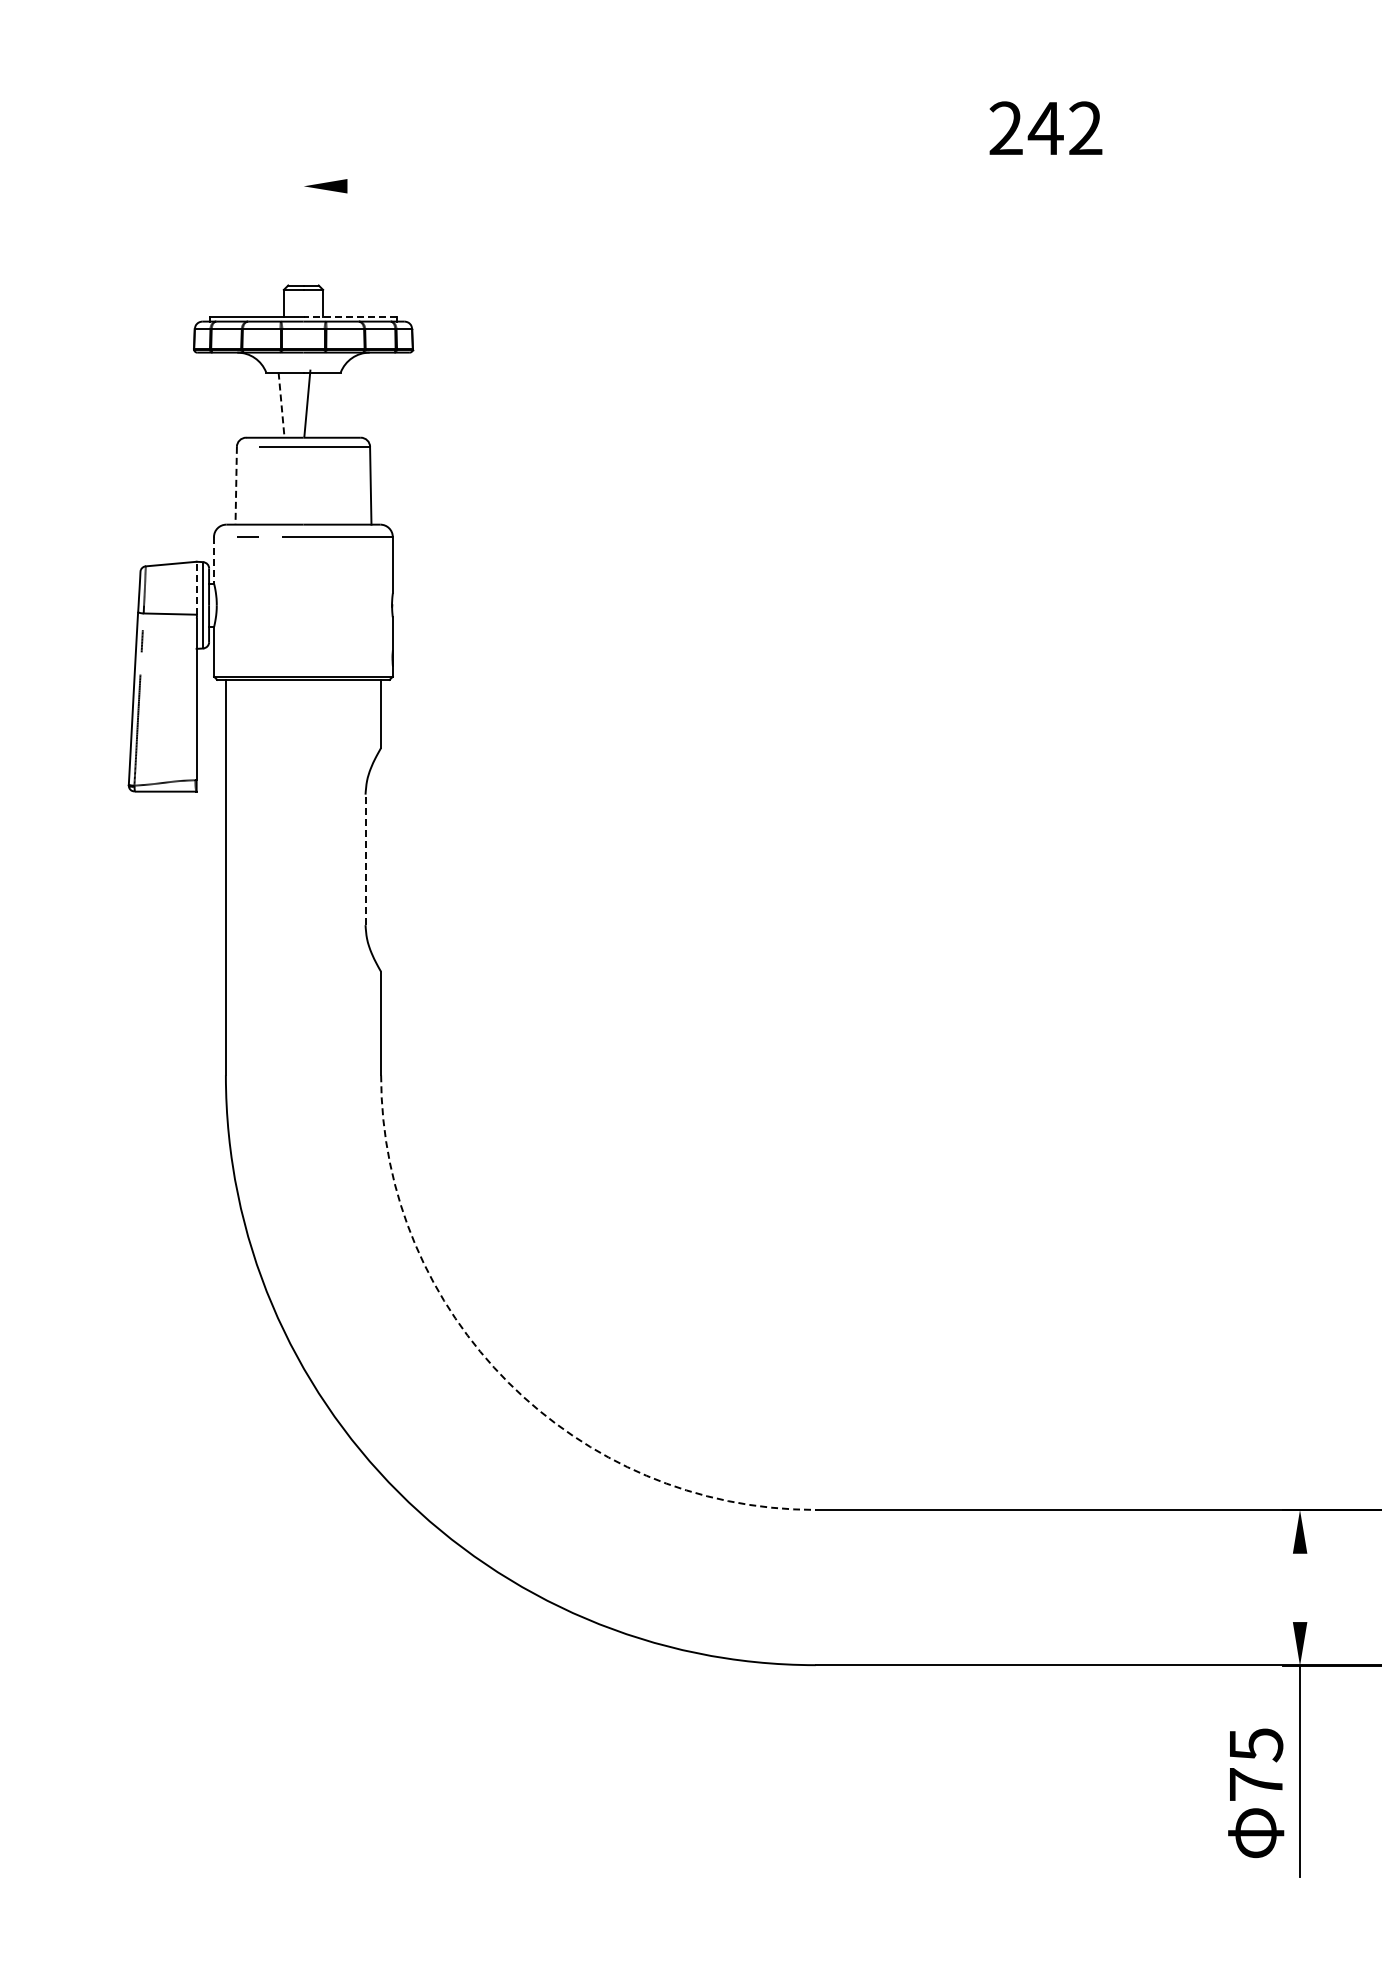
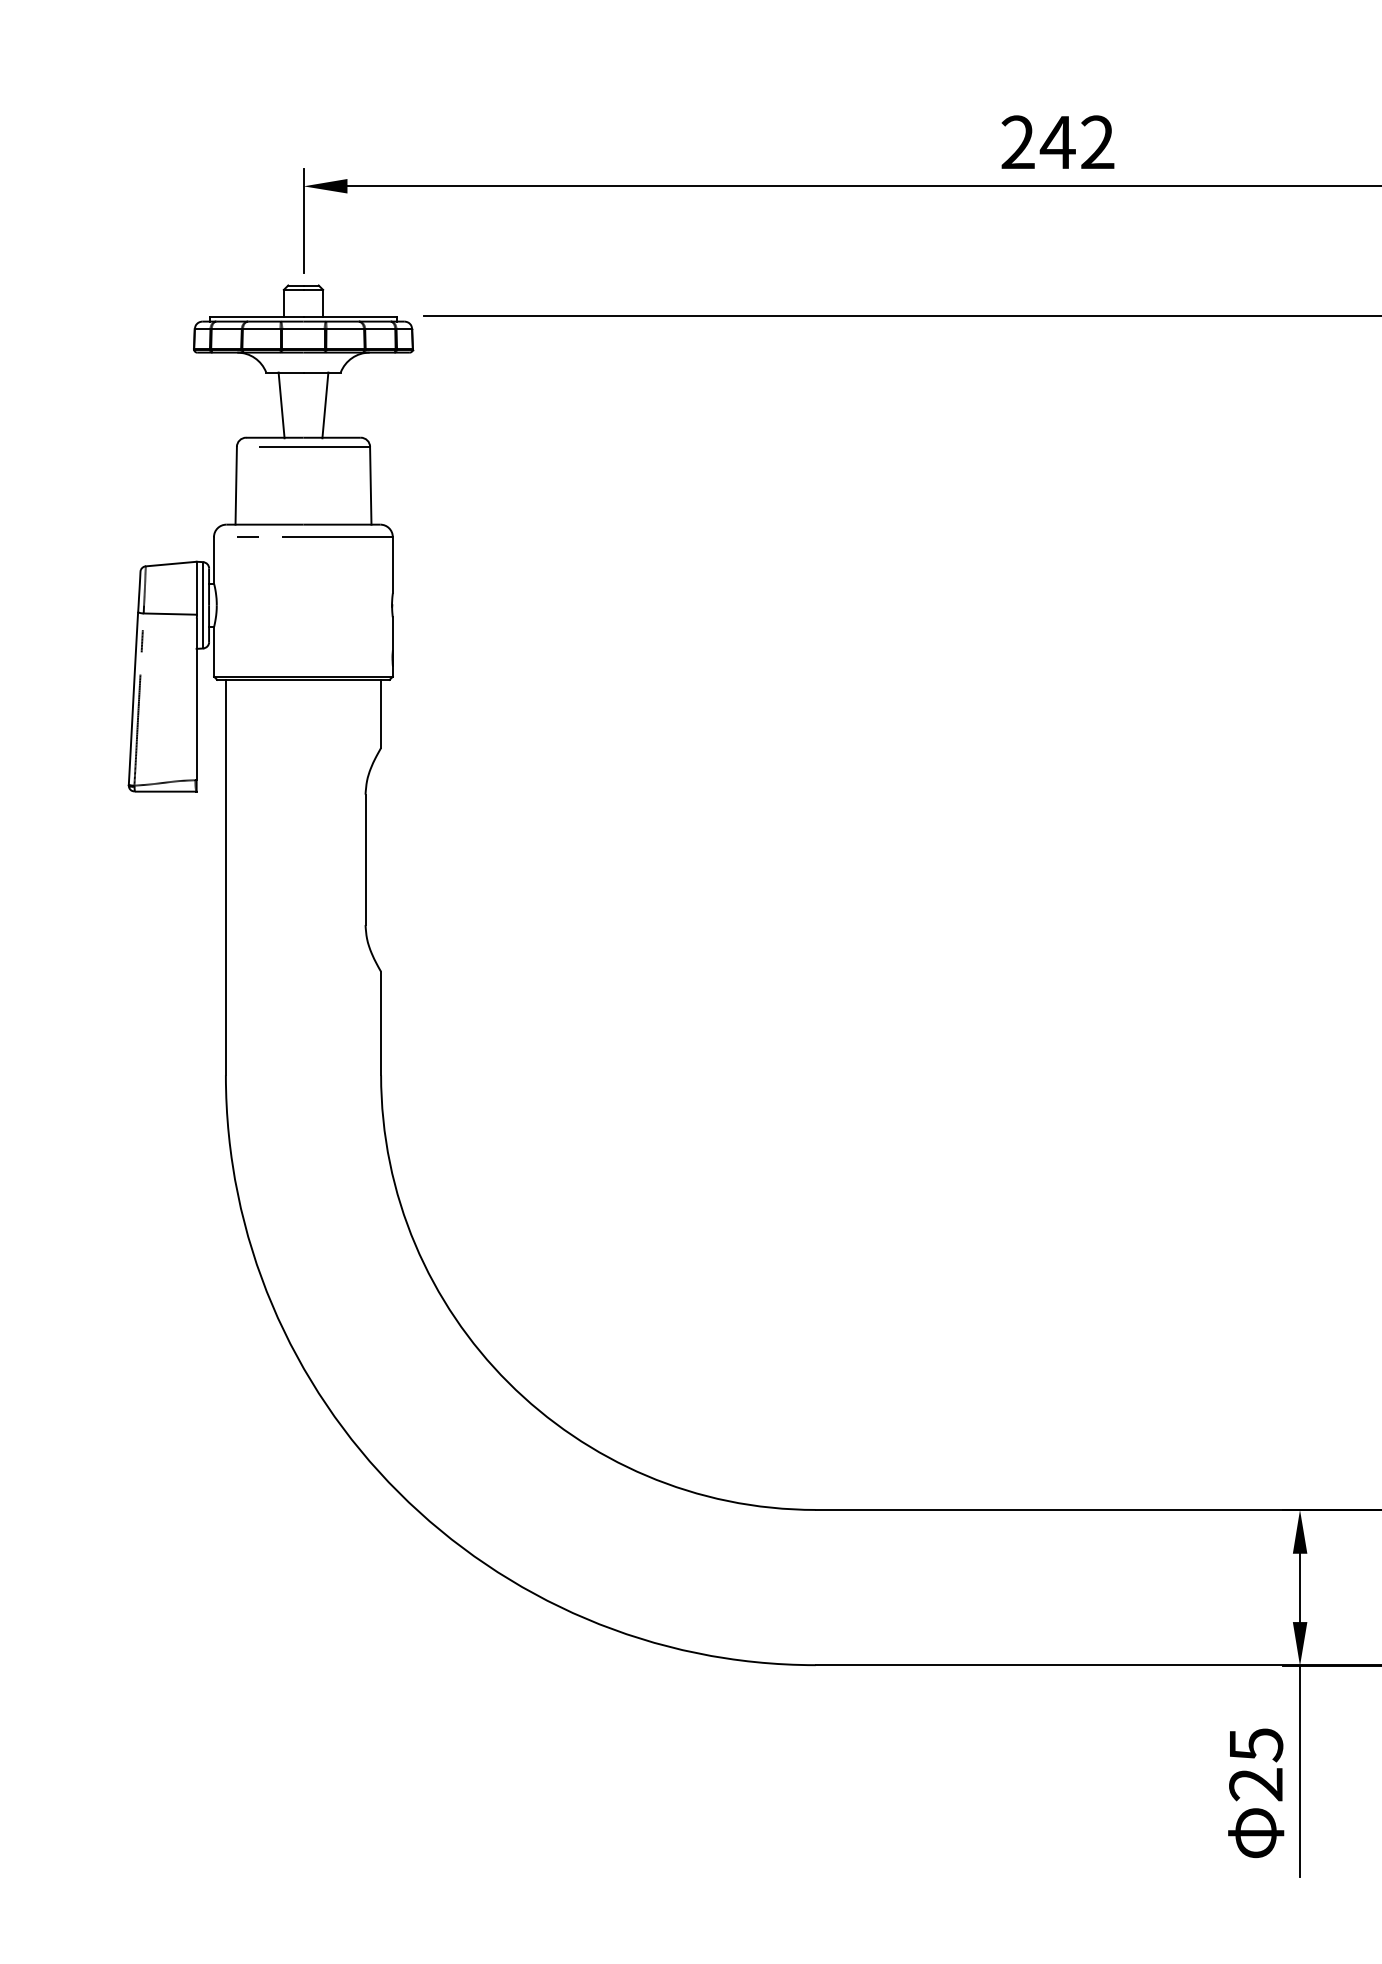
text at (1045, 127) position: (1045, 127) -> (1057, 141)
line at (862, 186): none -> present
line at (303, 220): none -> present
line at (350, 316): dashed -> solid
line at (900, 316): none -> present
line at (307, 403) position: (307, 403) -> (325, 405)
line at (281, 405): dashed -> solid
line at (236, 485): dashed -> solid
line at (214, 560): dashed -> solid
line at (196, 587): dashed -> solid
line at (365, 859): dashed -> solid
arc at (508, 1382): dashed -> solid
line at (1300, 1587): none -> present
text at (1255, 1784): 75 -> 25
